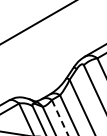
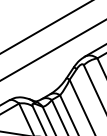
line at (37, 22) position: (37, 22) -> (45, 27)
line at (52, 50): none -> present
line at (60, 117): dashed -> solid
